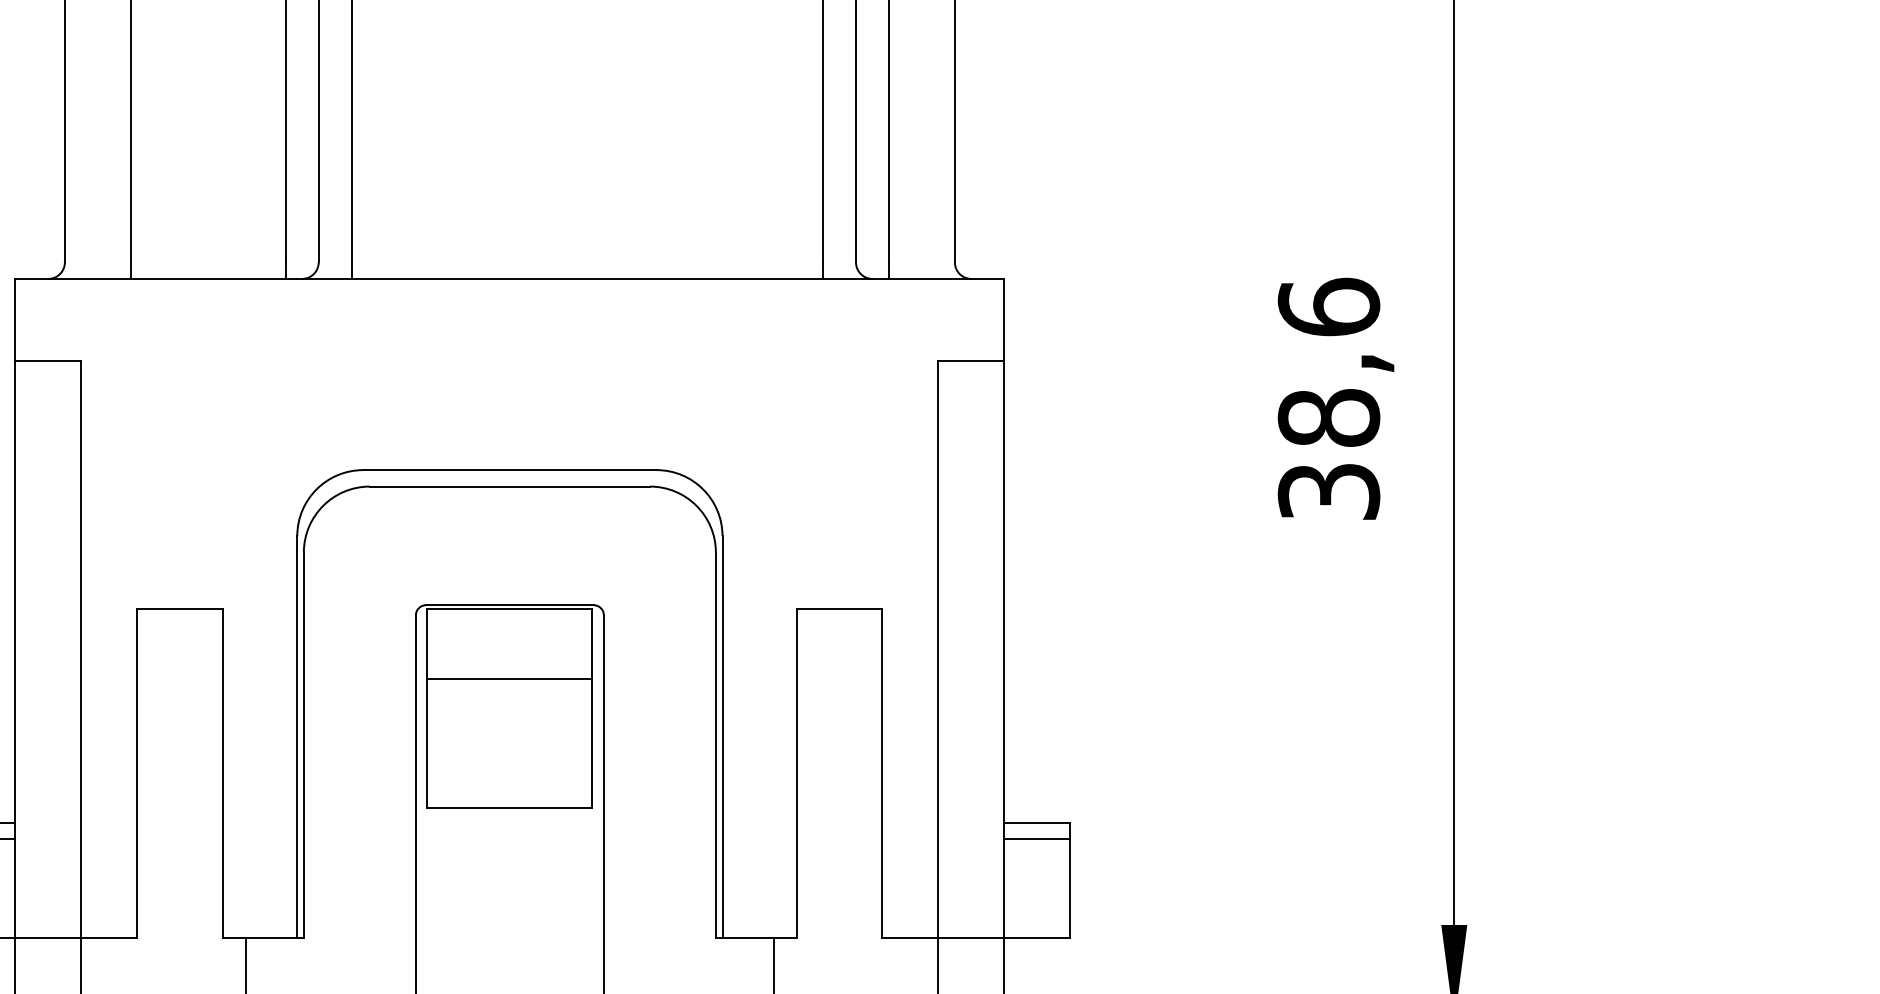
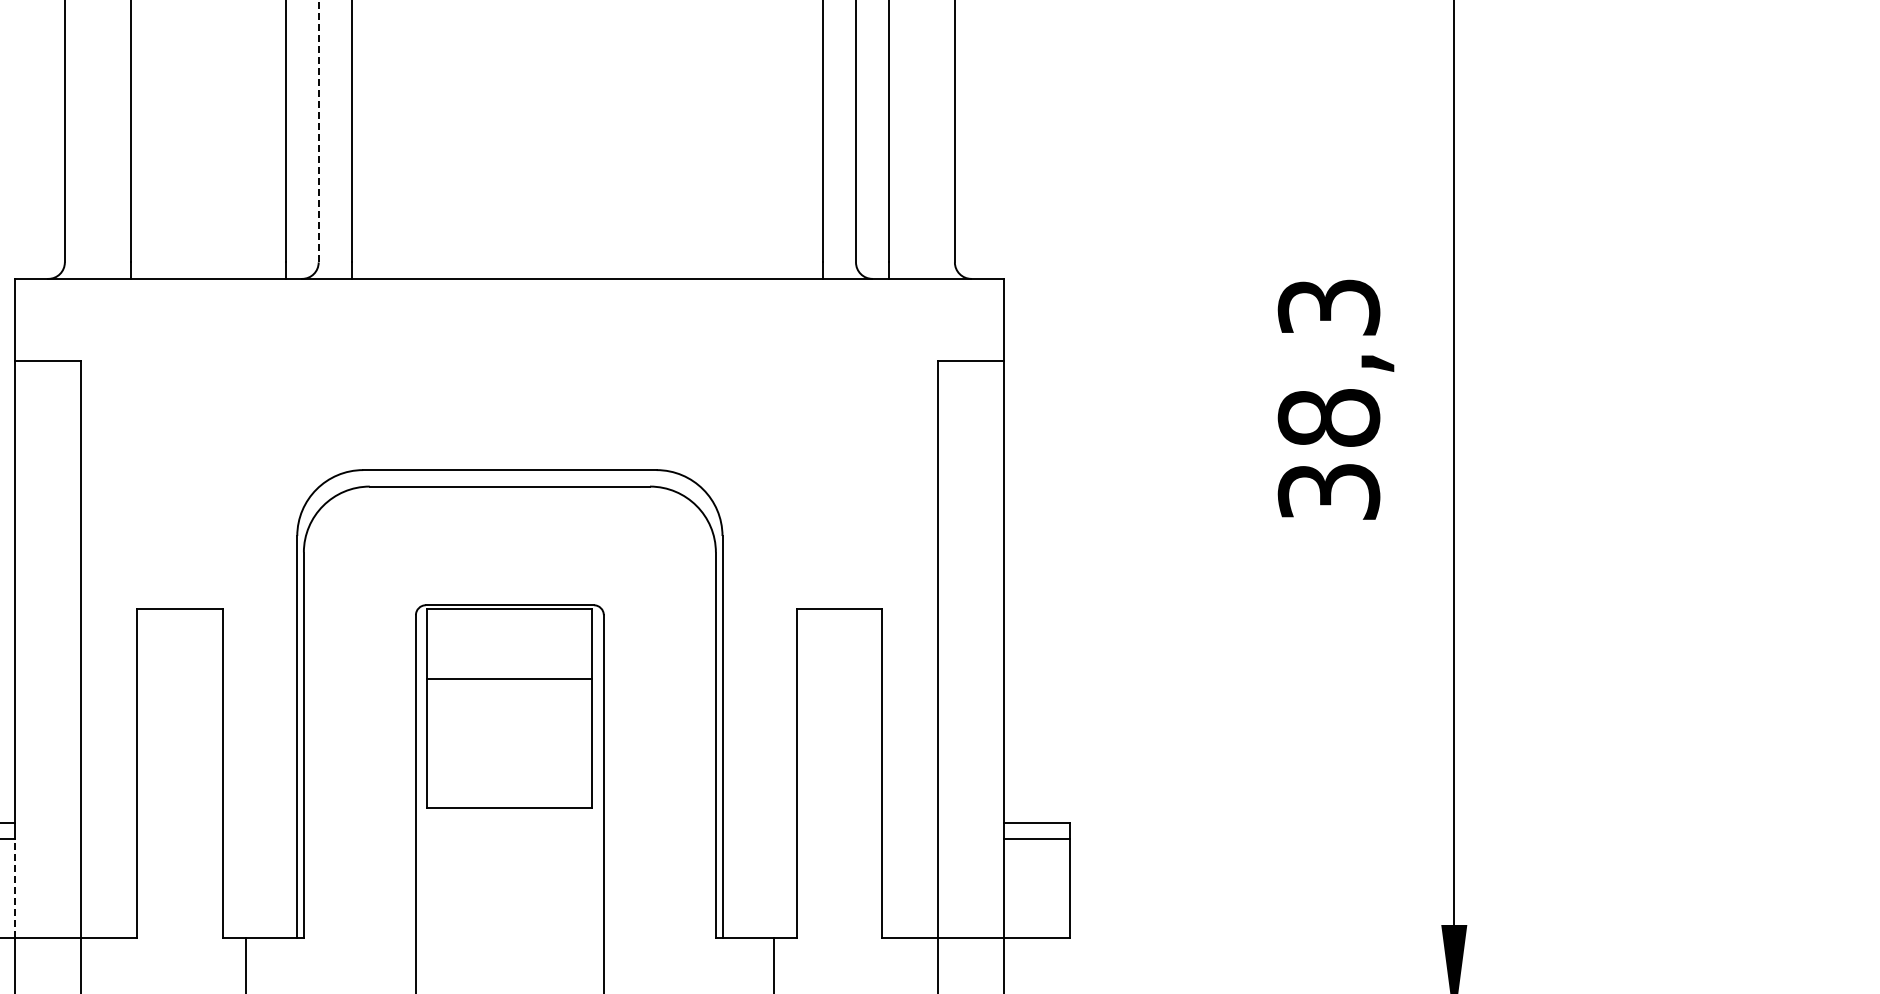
line at (318, 131): solid -> dashed
text at (1328, 306): 38,6 -> 38,3
line at (15, 888): solid -> dashed
